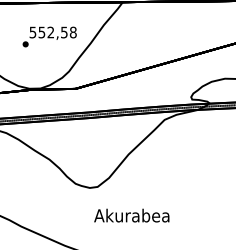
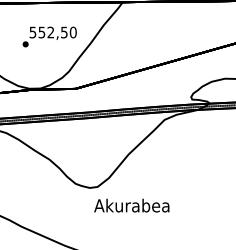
text at (72, 32): 552,58 -> 552,50
text at (131, 215) position: (131, 215) -> (131, 205)
